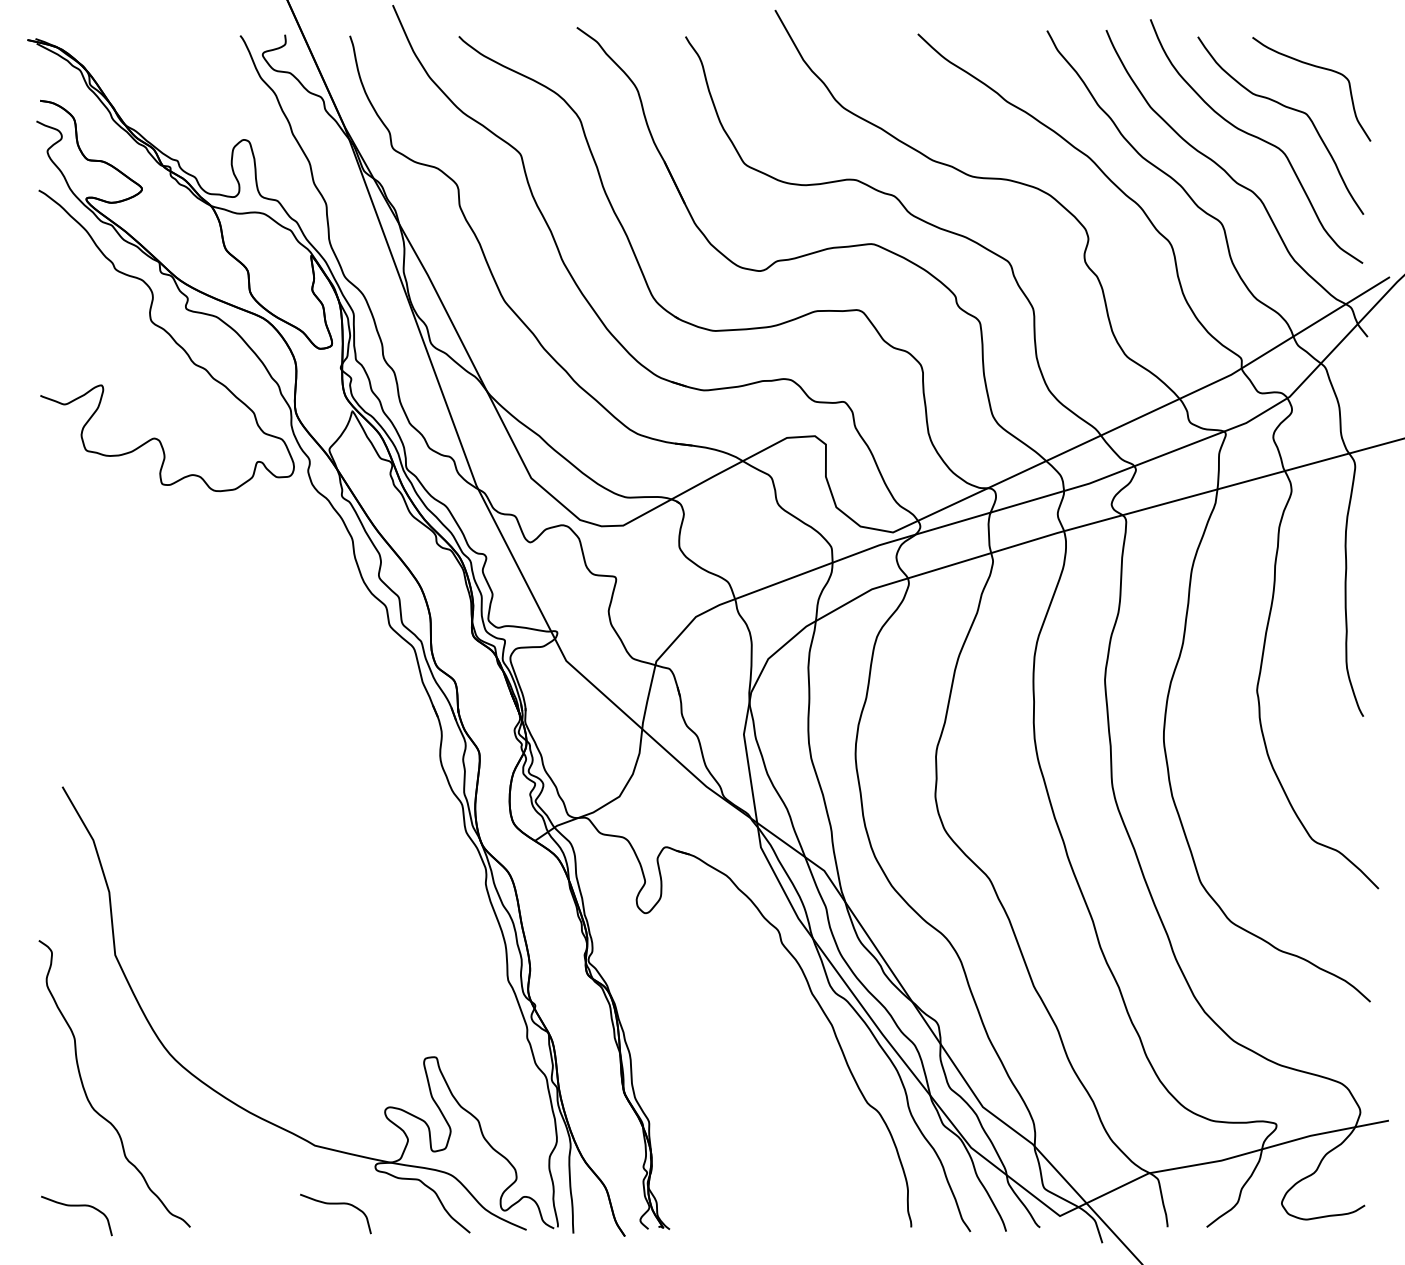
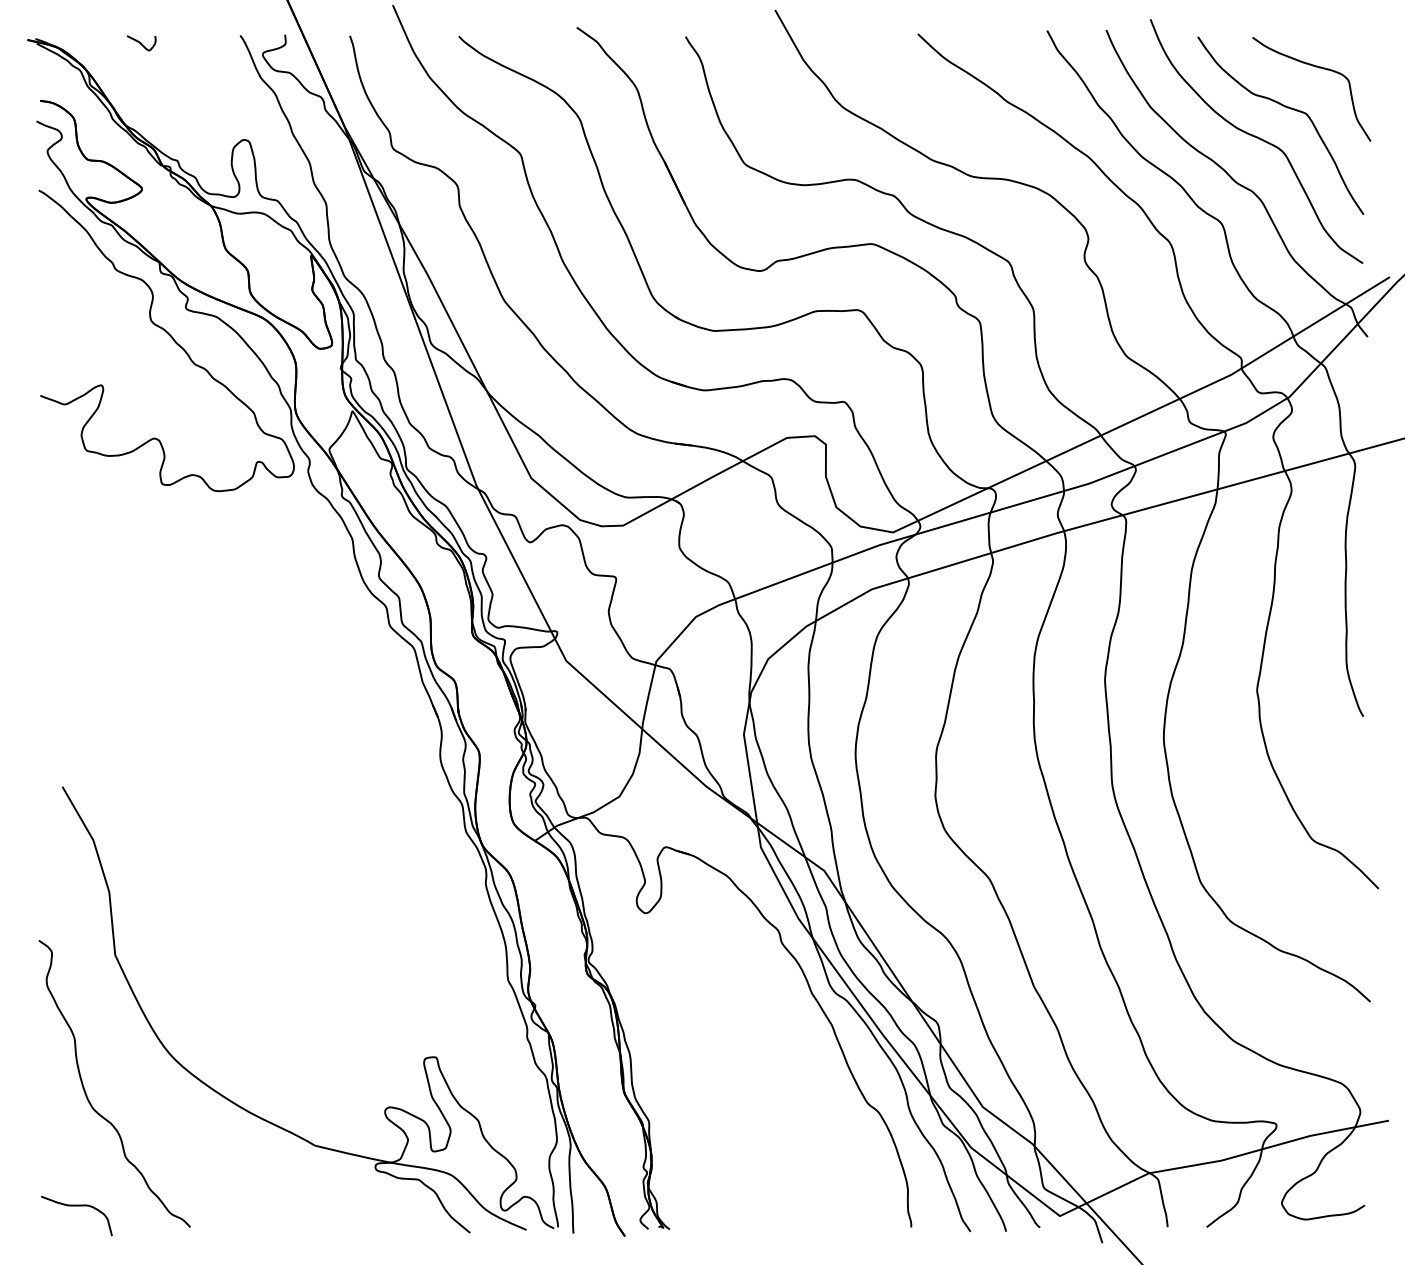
curve at (141, 43): none -> present
curve at (335, 1204): present -> none
